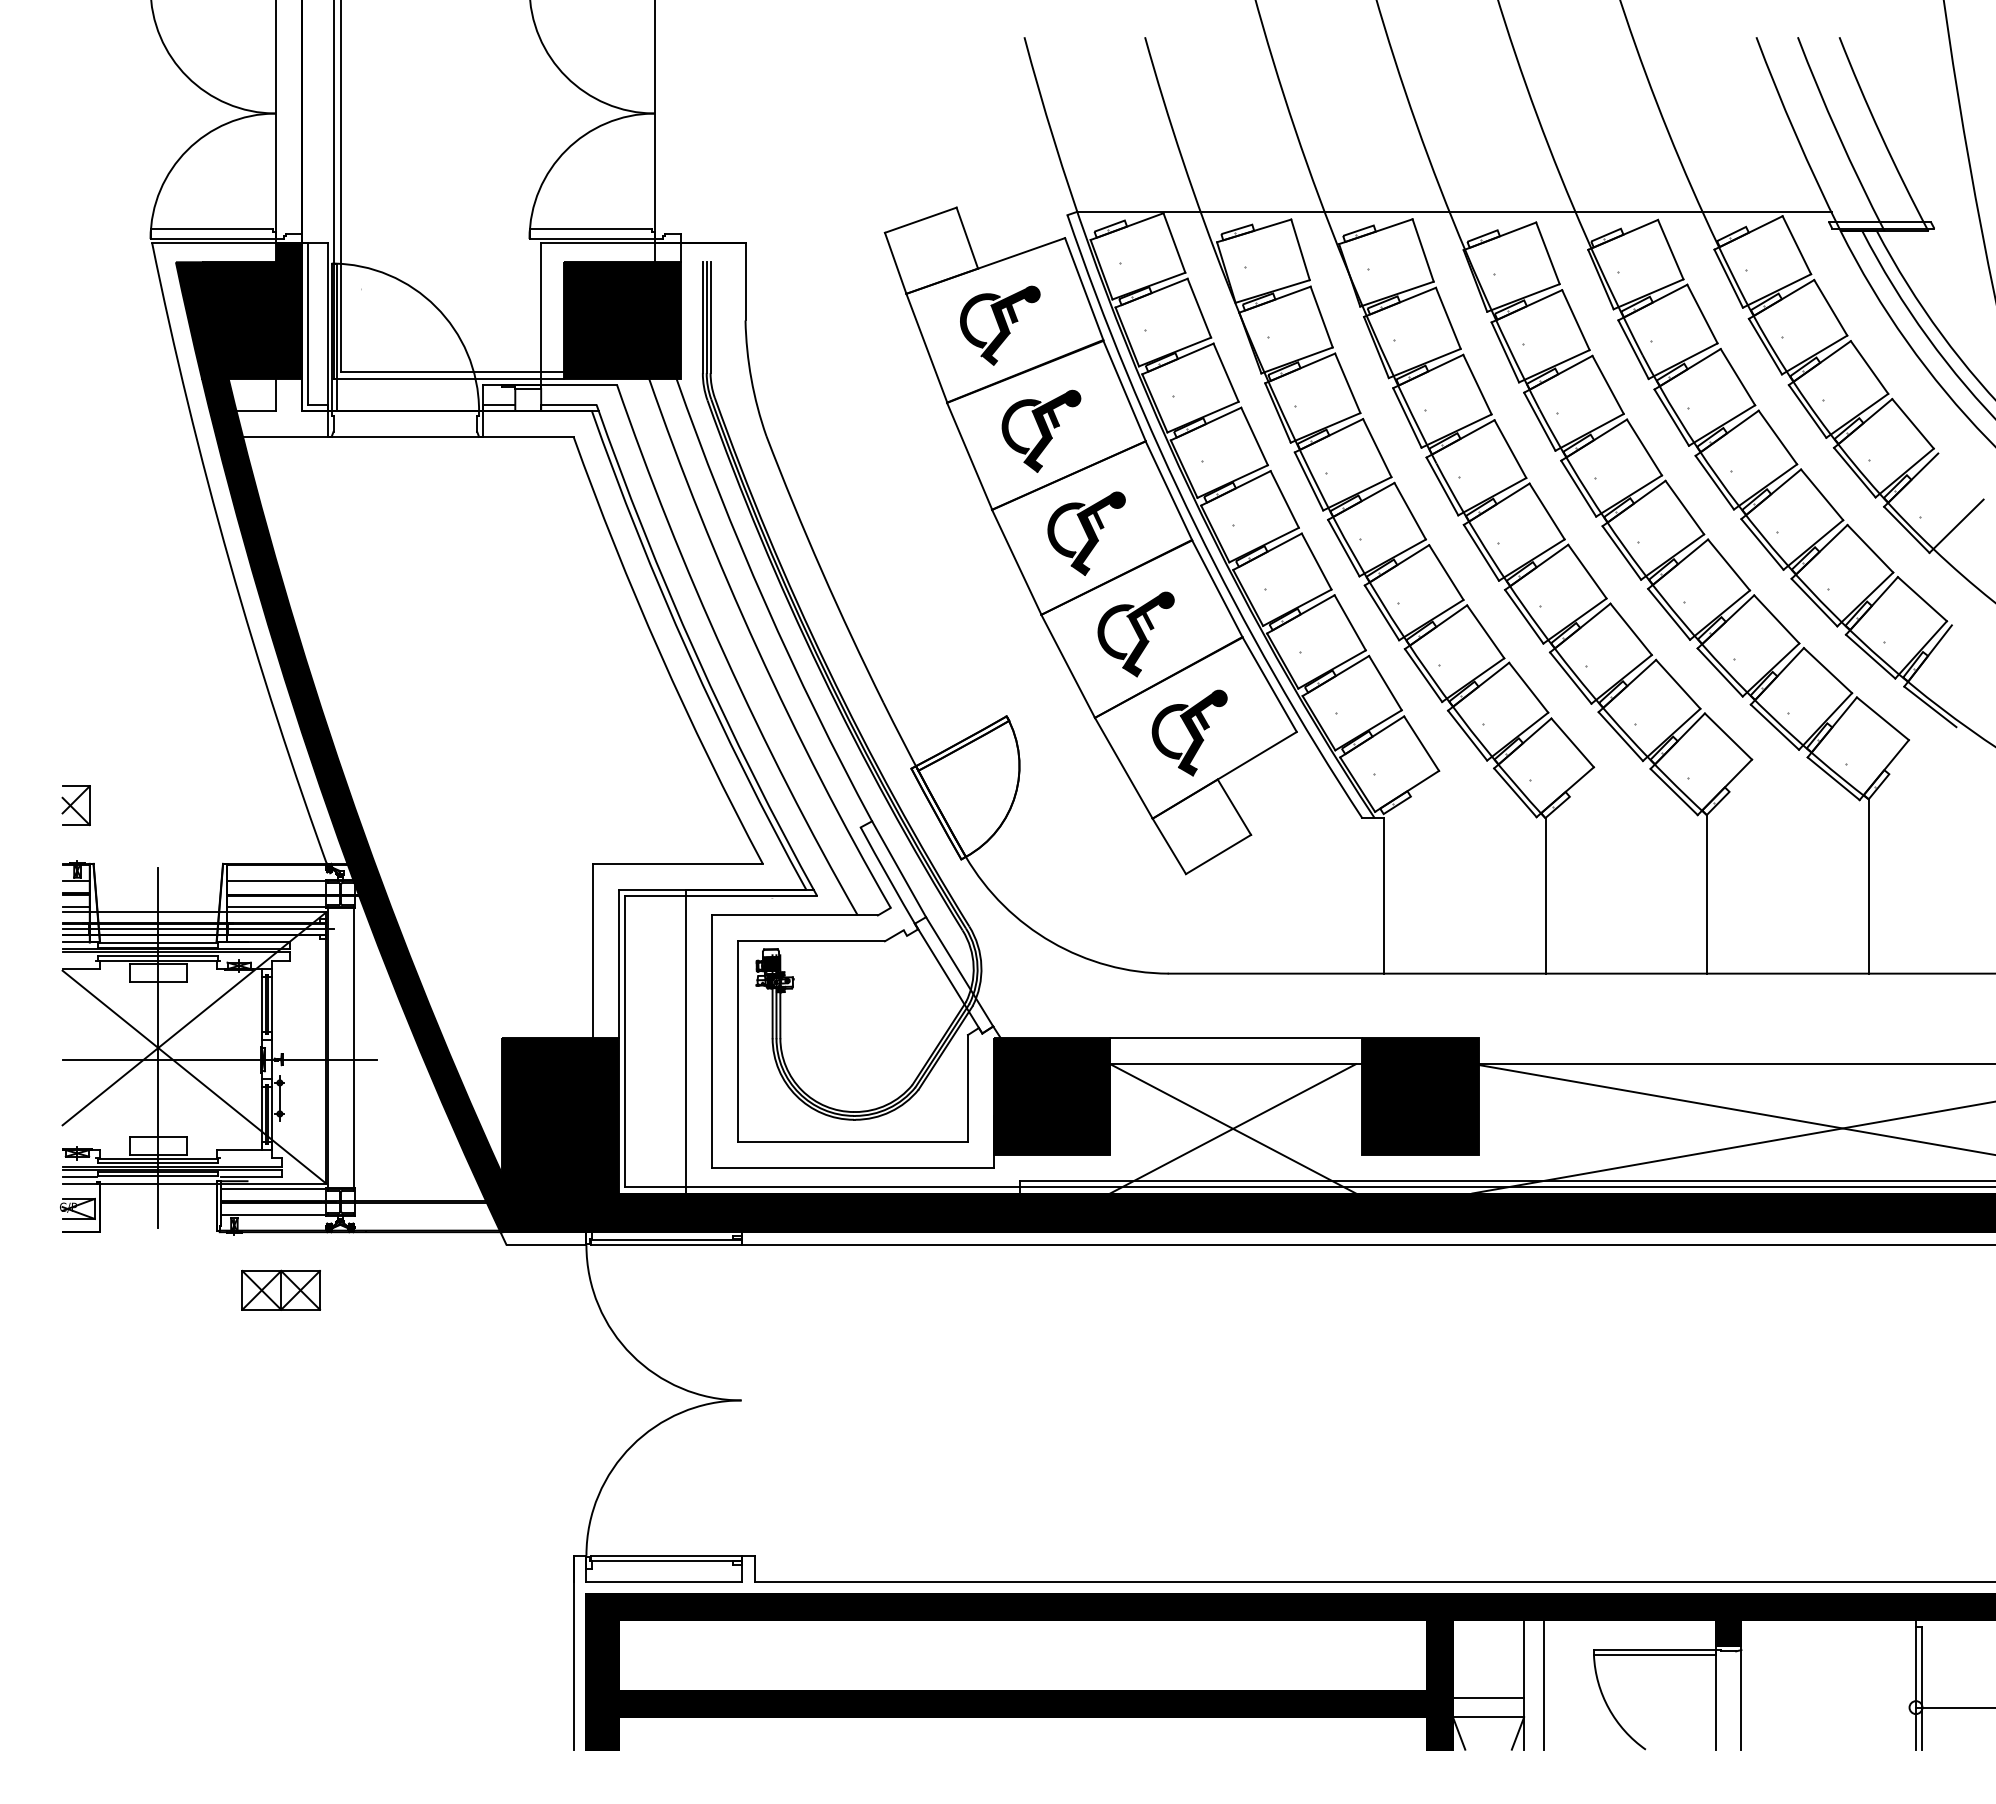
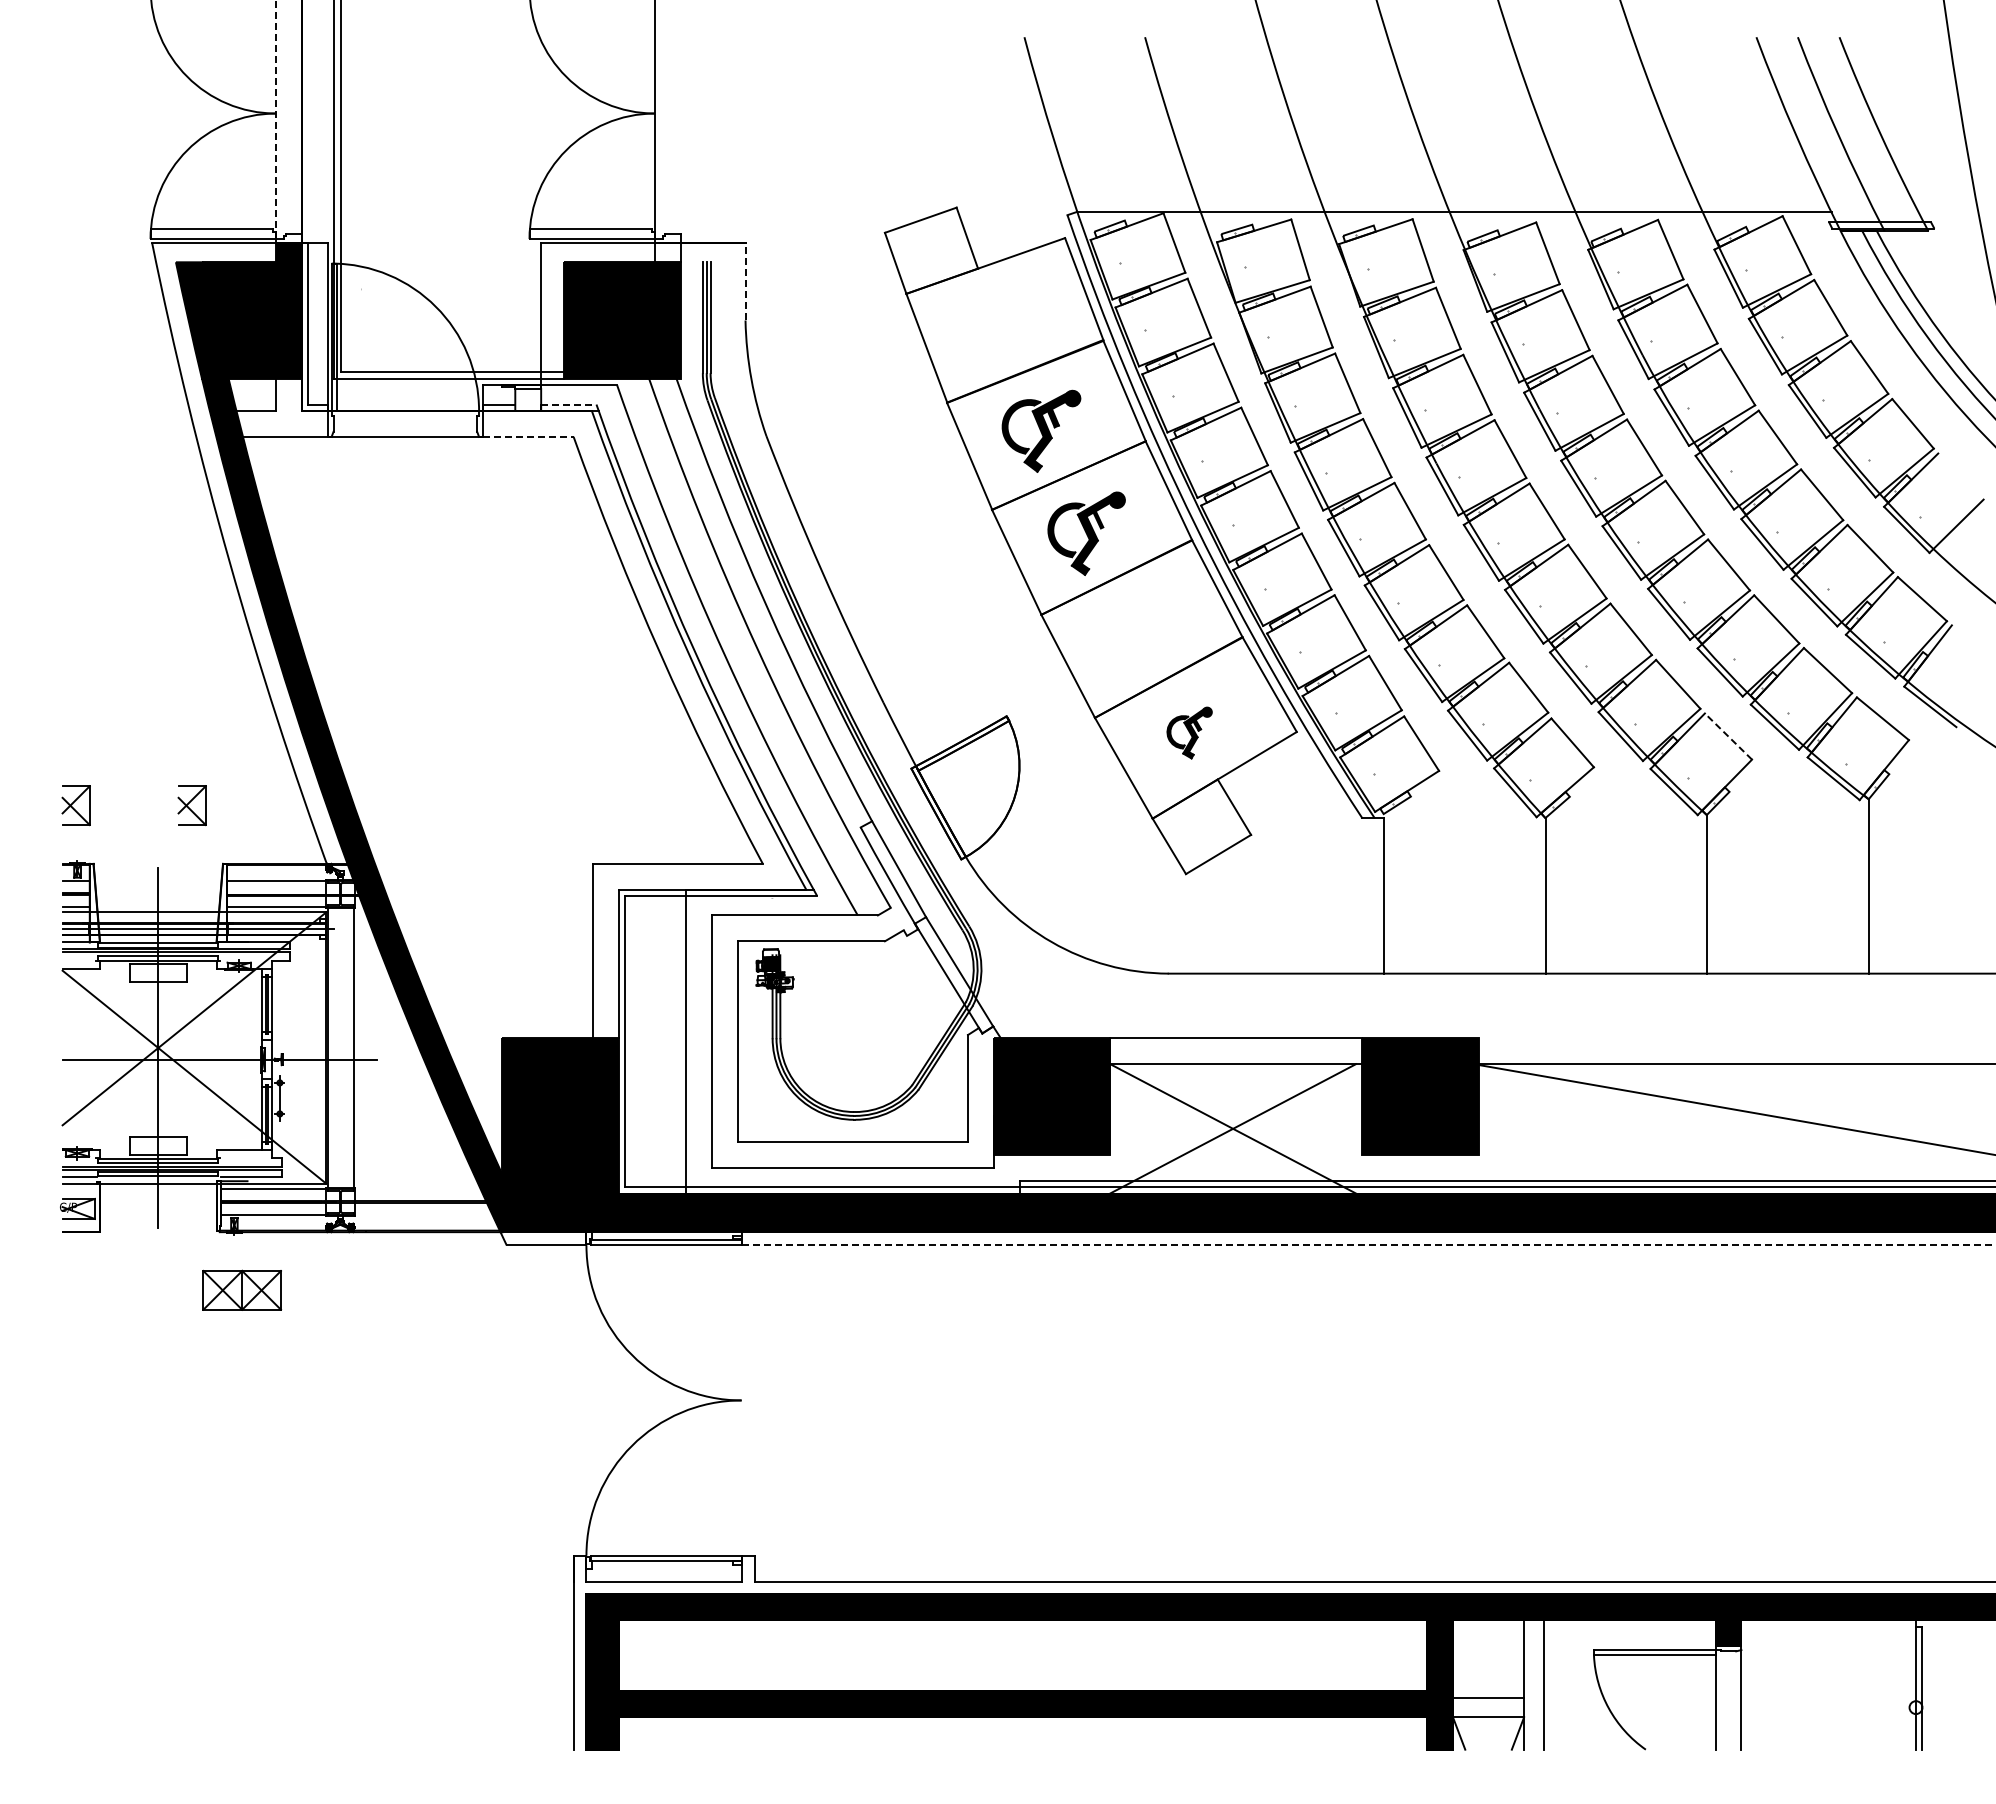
line at (276, 119): solid -> dashed
line at (745, 281): solid -> dashed
part at (1000, 325): present -> none
line at (568, 404): solid -> dashed
line at (528, 436): solid -> dashed
part at (1135, 634): present -> none
part at (1189, 732) size: 77x88 px -> 47x54 px
line at (1728, 736): solid -> dashed
part at (191, 805): none -> present
line at (1732, 1147): present -> none
line at (1368, 1245): solid -> dashed
part at (281, 1289) position: (281, 1289) -> (242, 1289)
line at (1954, 1707): present -> none
